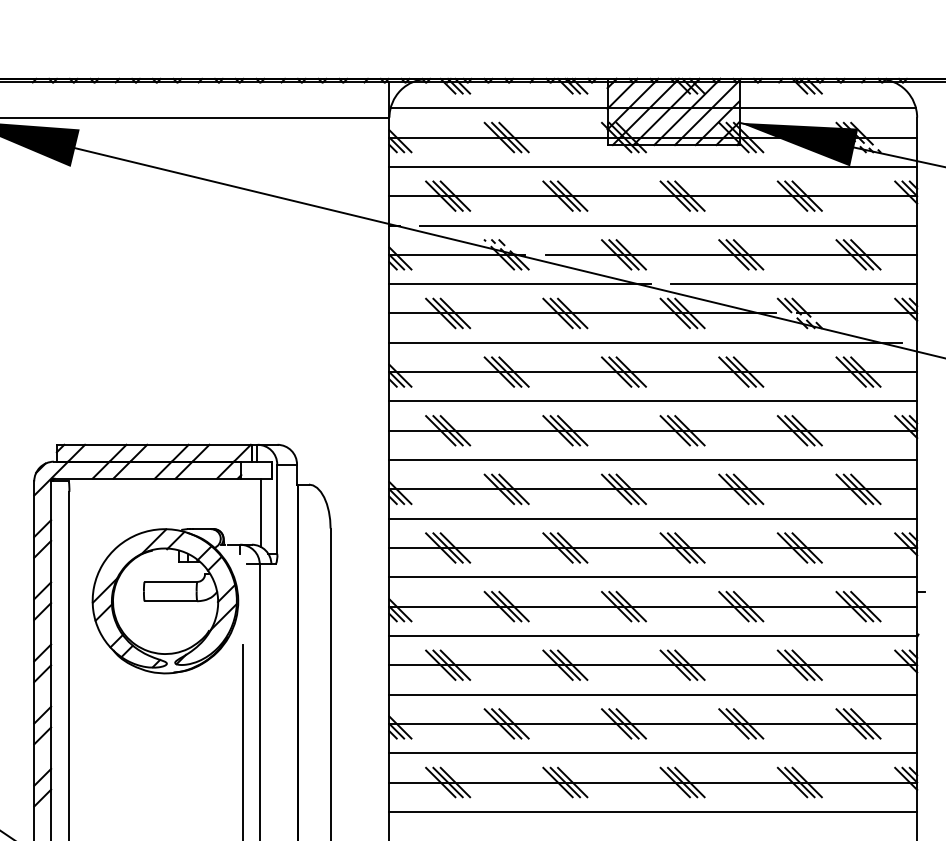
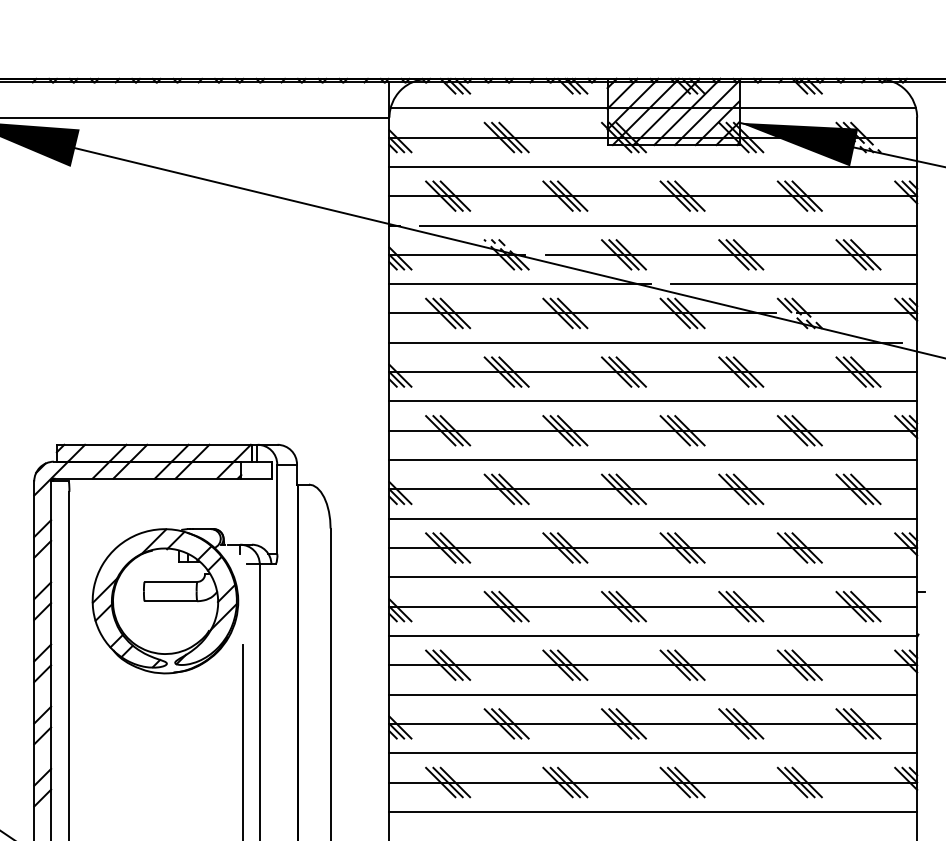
line at (260, 512): present -> none
